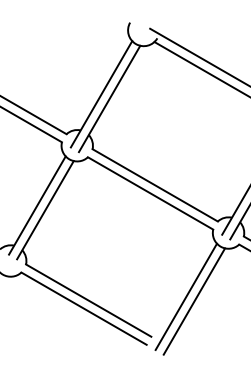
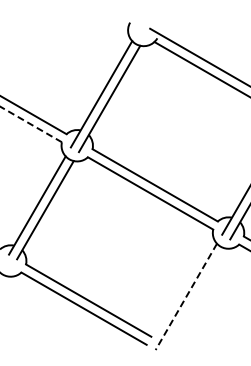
line at (30, 124): solid -> dashed
line at (186, 297): solid -> dashed
line at (194, 301): present -> none
